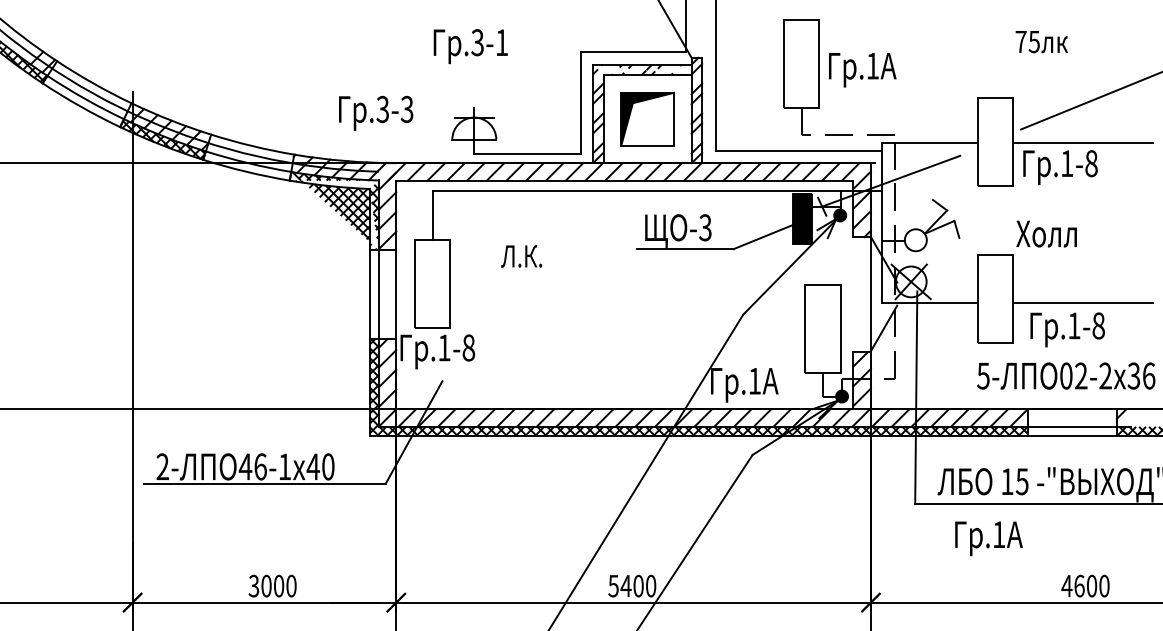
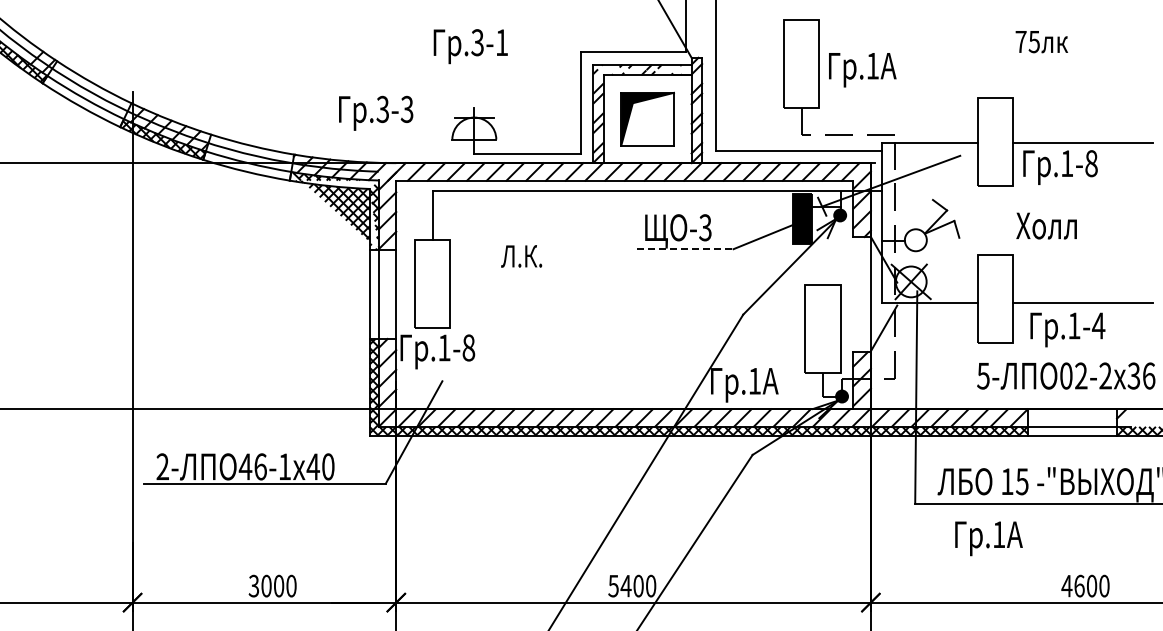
line at (1090, 101): present -> none
text at (1046, 233) position: (1046, 233) -> (1046, 225)
line at (685, 249): solid -> dashed
text at (1098, 325): .1-8 -> .1-4
